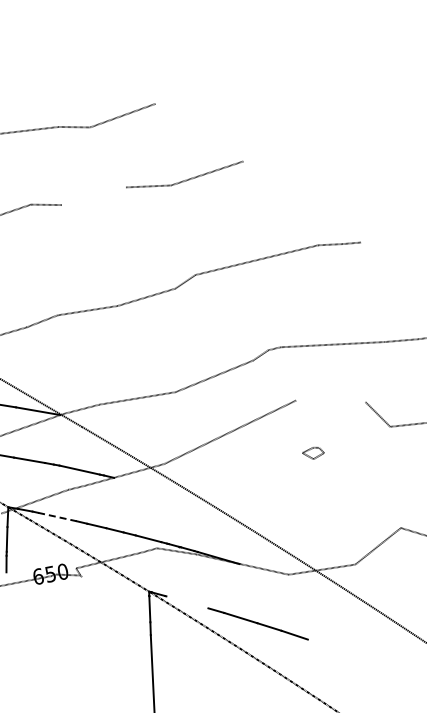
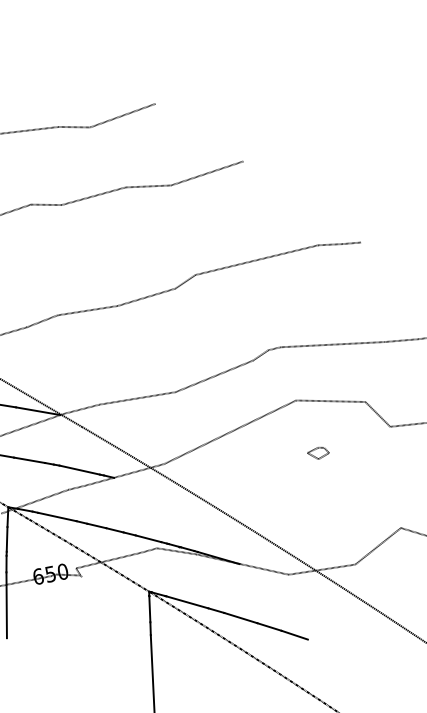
line at (93, 196): none -> present
line at (330, 401): none -> present
part at (313, 453) position: (313, 453) -> (318, 453)
line at (57, 517): dashed -> solid
line at (187, 602): none -> present
line at (6, 605): none -> present
